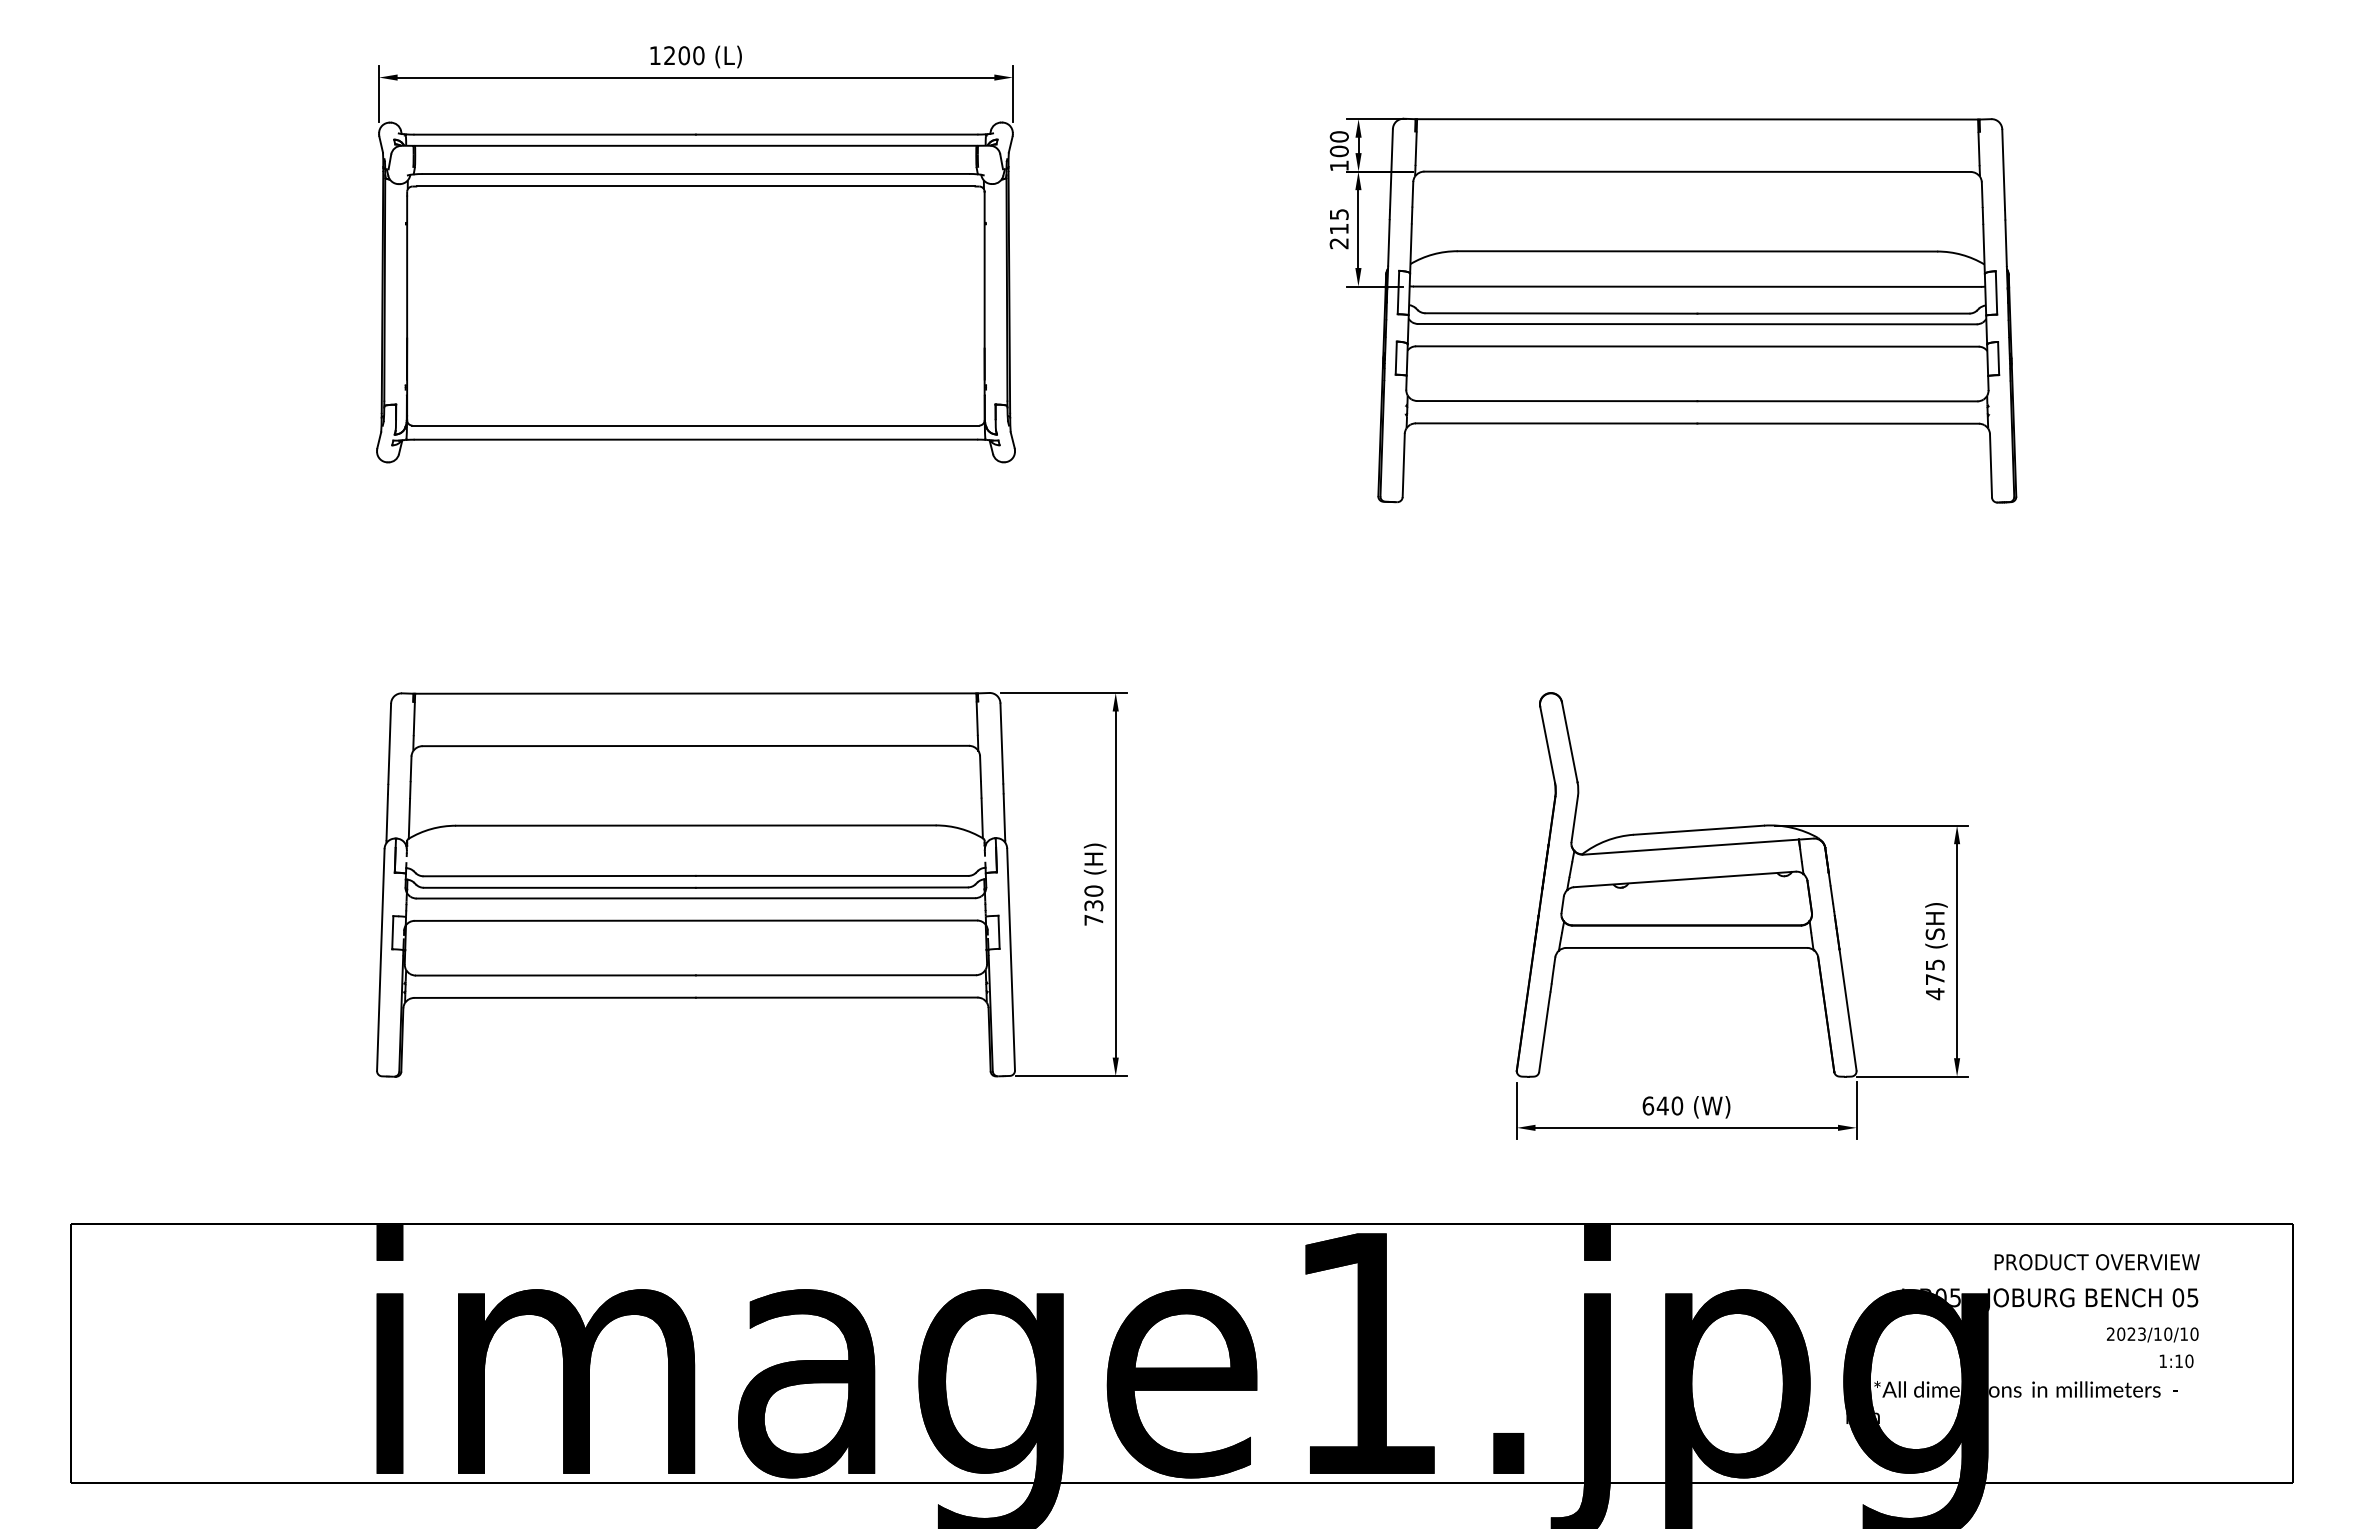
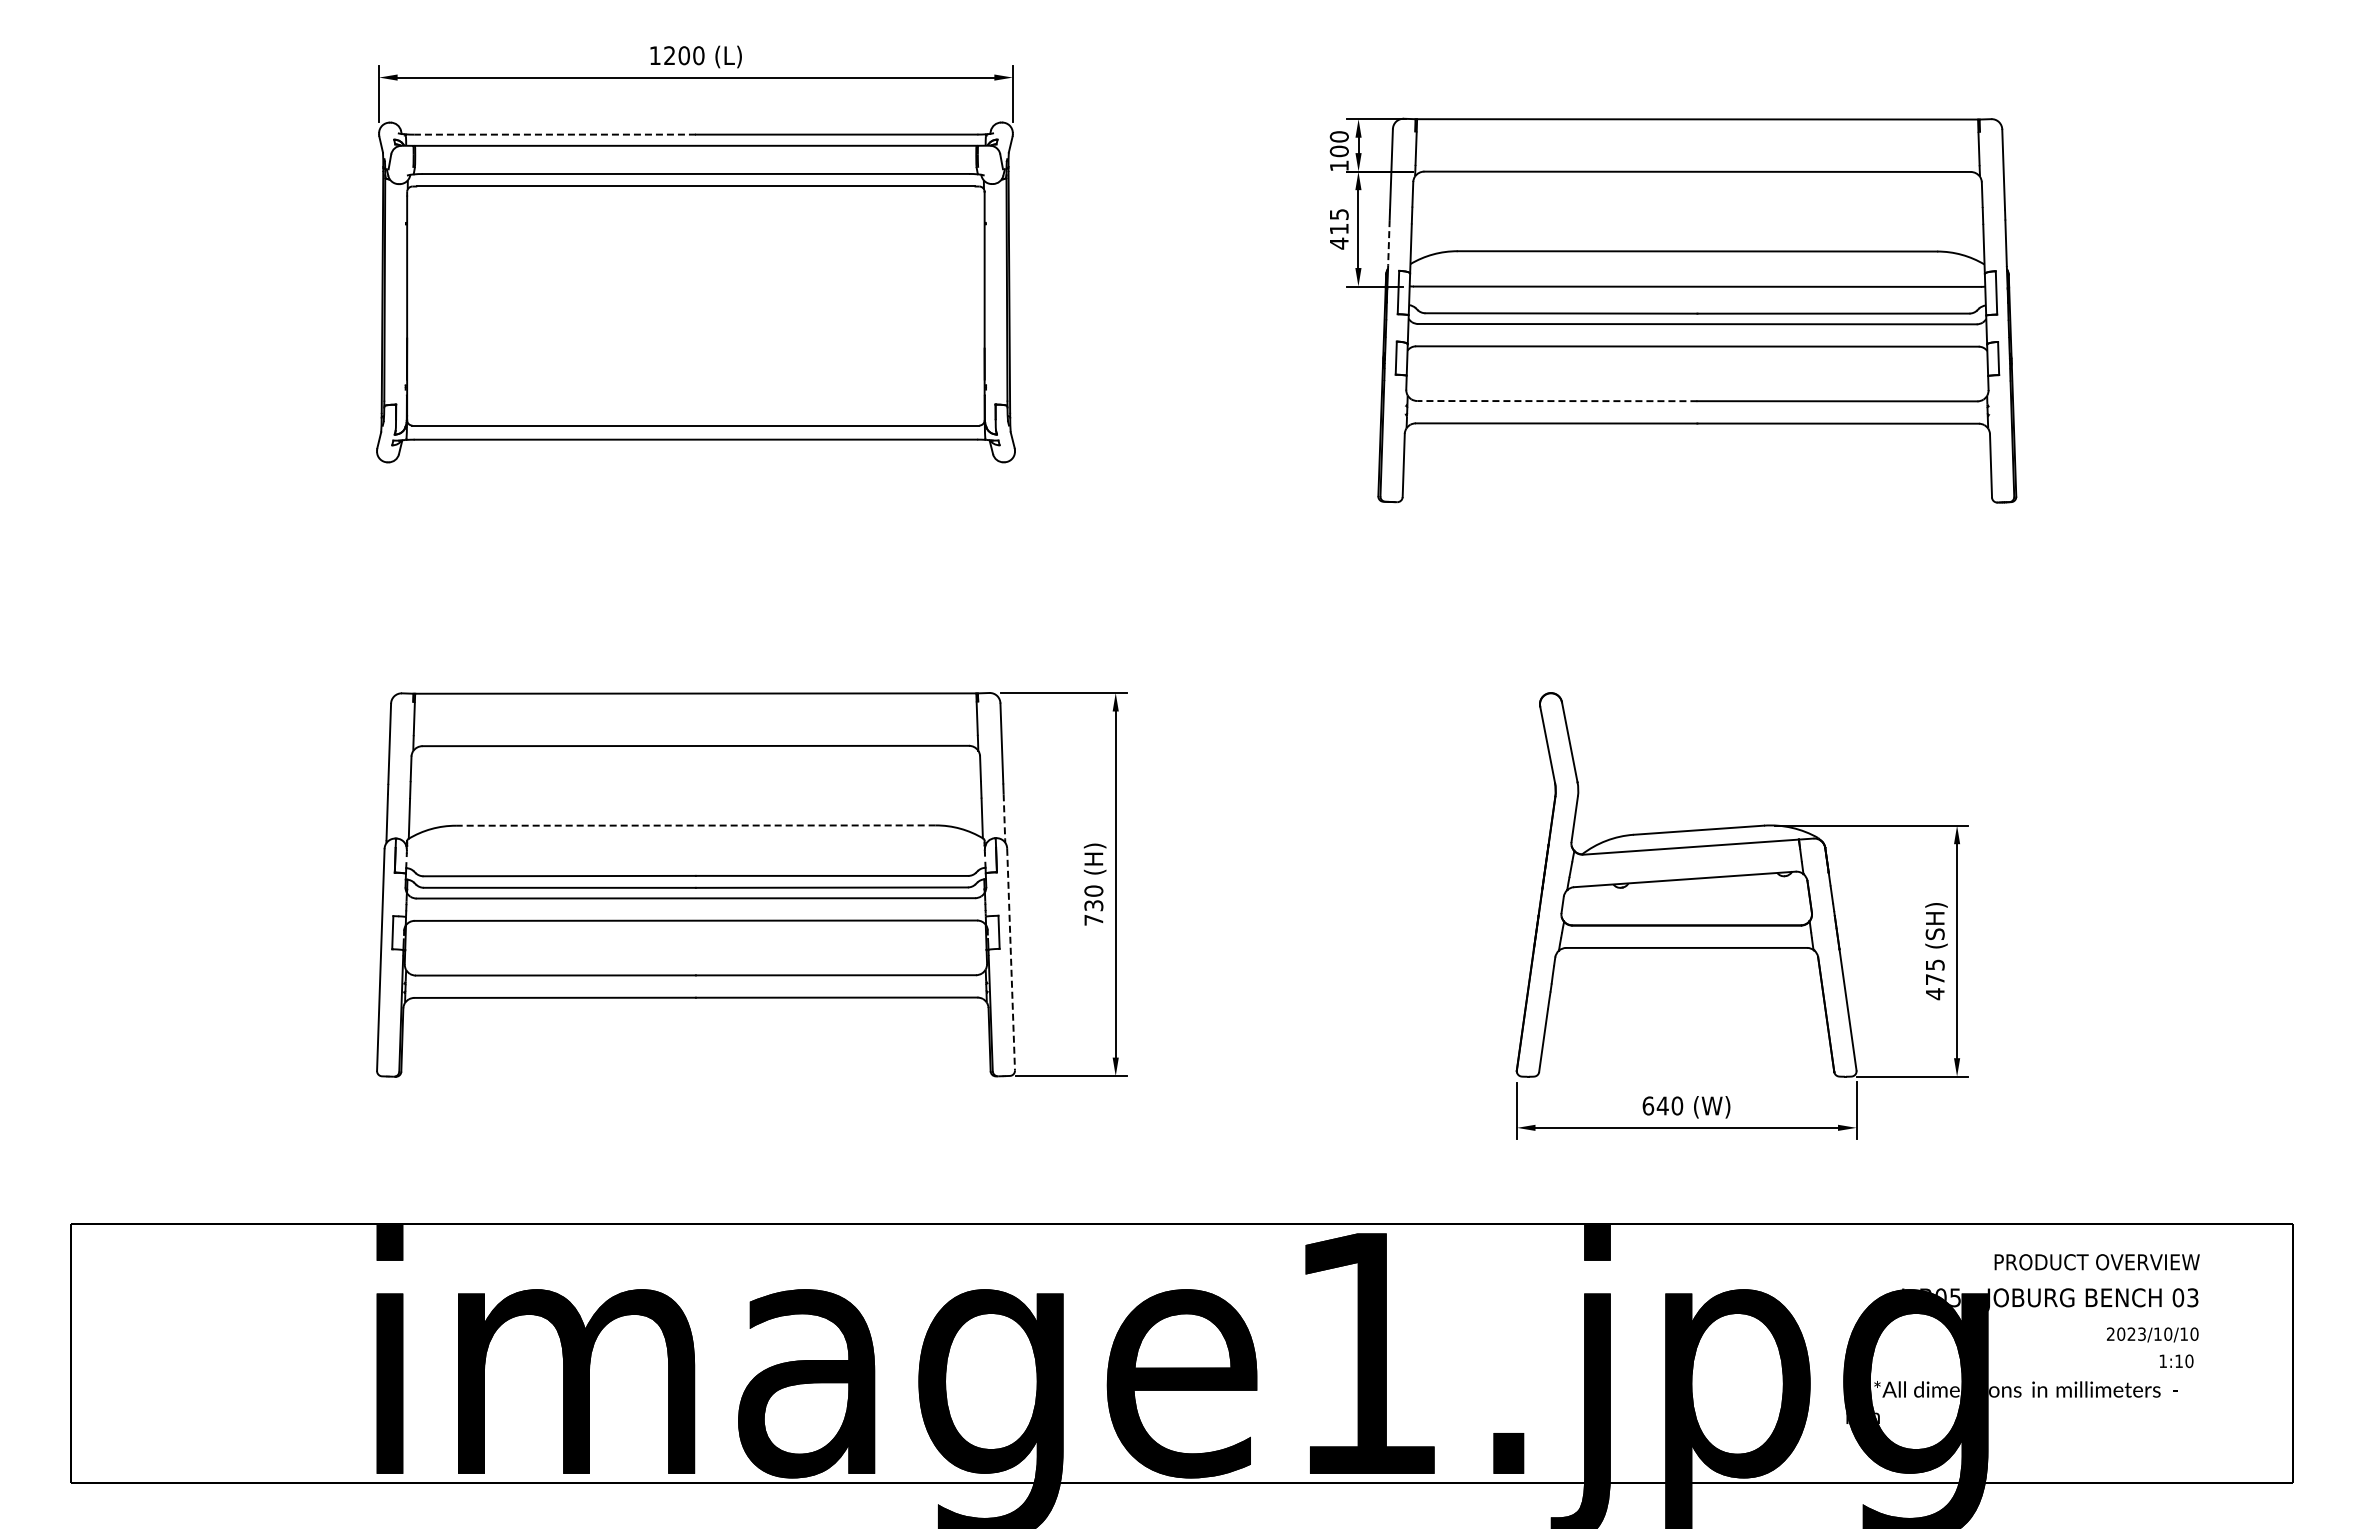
line at (555, 134): solid -> dashed
line at (1388, 242): solid -> dashed
text at (1338, 243): 215 -> 415
line at (1556, 401): solid -> dashed
line at (1004, 817): solid -> dashed
line at (695, 825): solid -> dashed
line at (1011, 959): solid -> dashed
text at (2193, 1297): 05 -> 03
